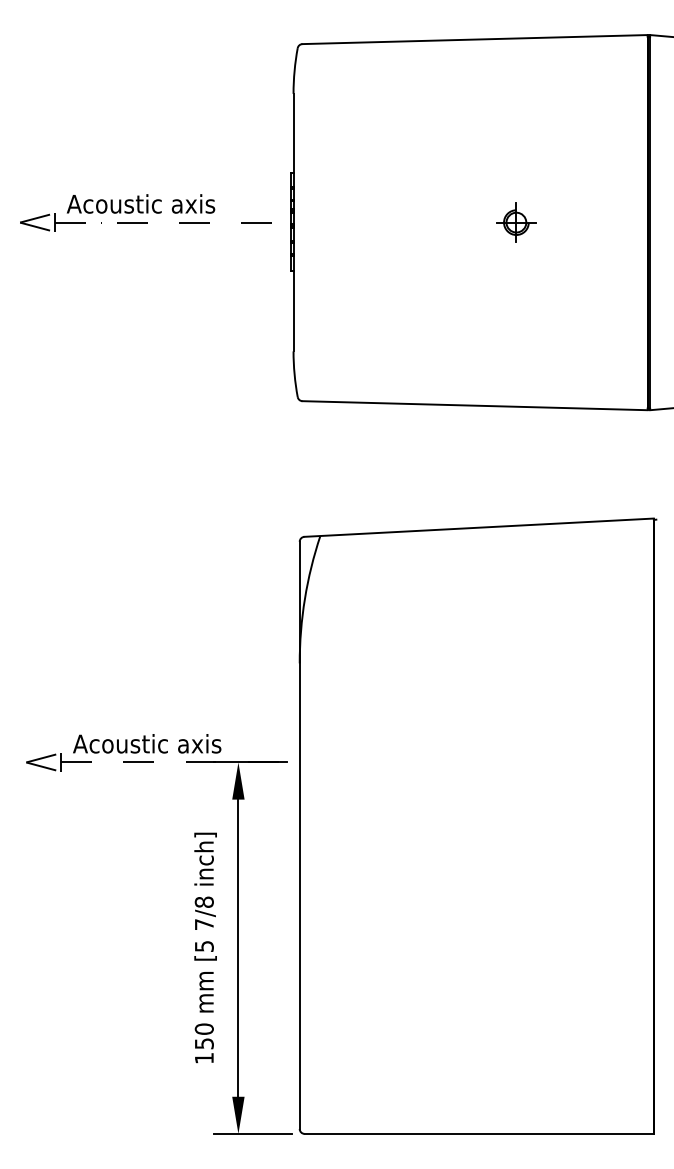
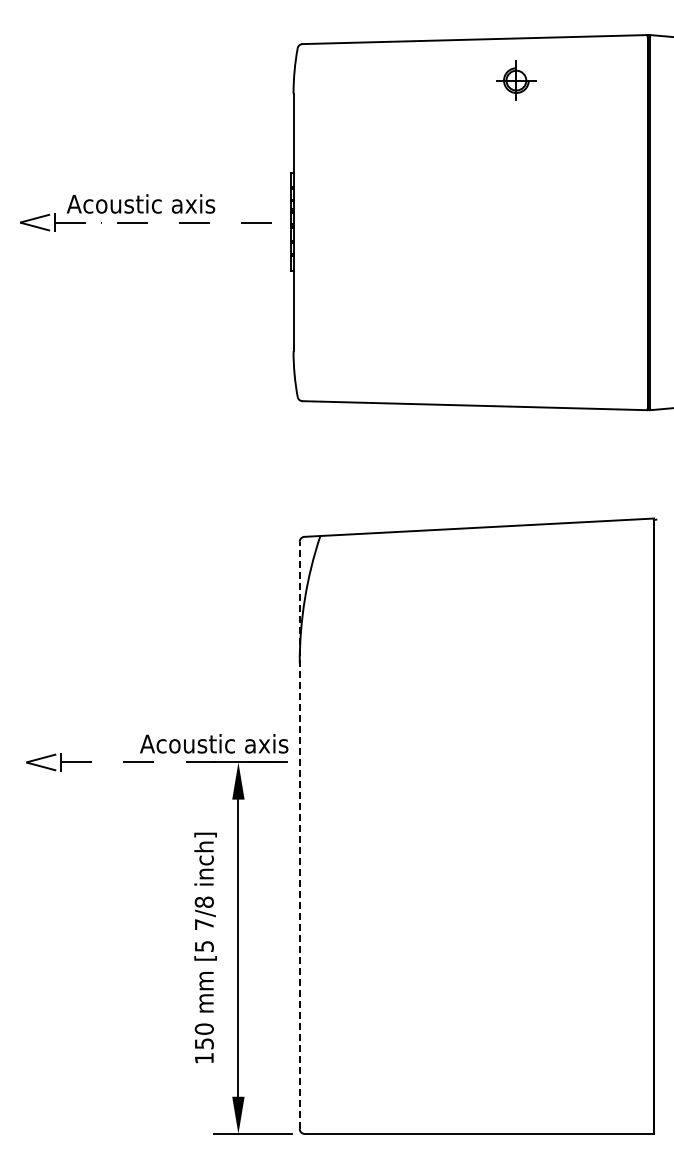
part at (516, 222) position: (516, 222) -> (516, 80)
text at (147, 743) position: (147, 743) -> (214, 743)
line at (299, 835): solid -> dashed
